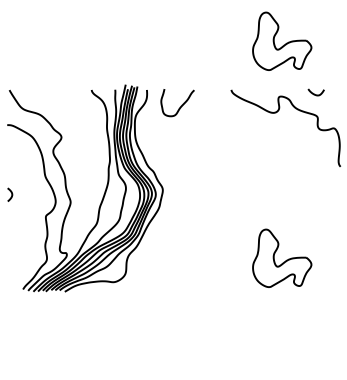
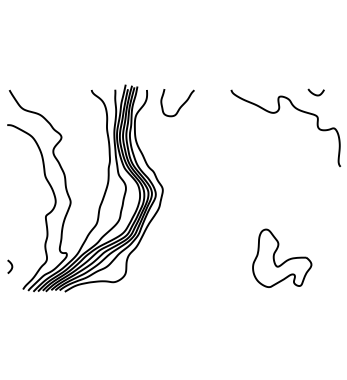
part at (282, 40): present -> none
curve at (11, 194) position: (11, 194) -> (11, 266)
